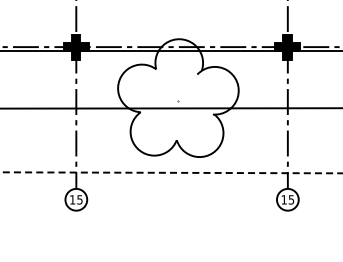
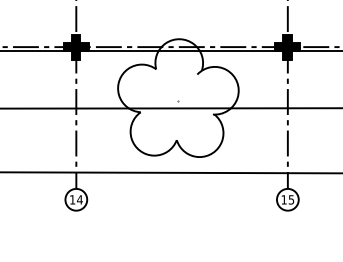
line at (171, 172): dashed -> solid
text at (79, 199): 15 -> 14
